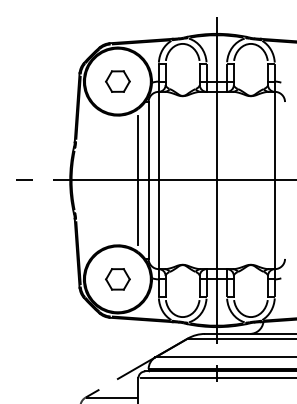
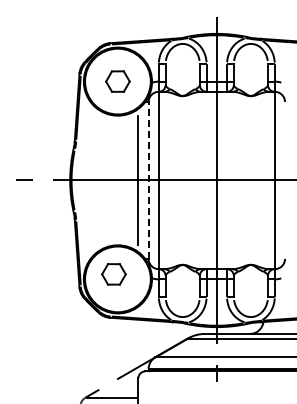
line at (148, 180): solid -> dashed
part at (117, 279) position: (117, 279) -> (113, 274)
line at (217, 378): present -> none
